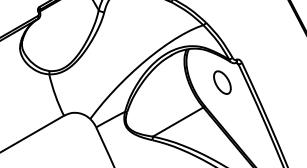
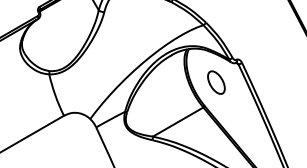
part at (222, 82) position: (222, 82) -> (216, 82)
